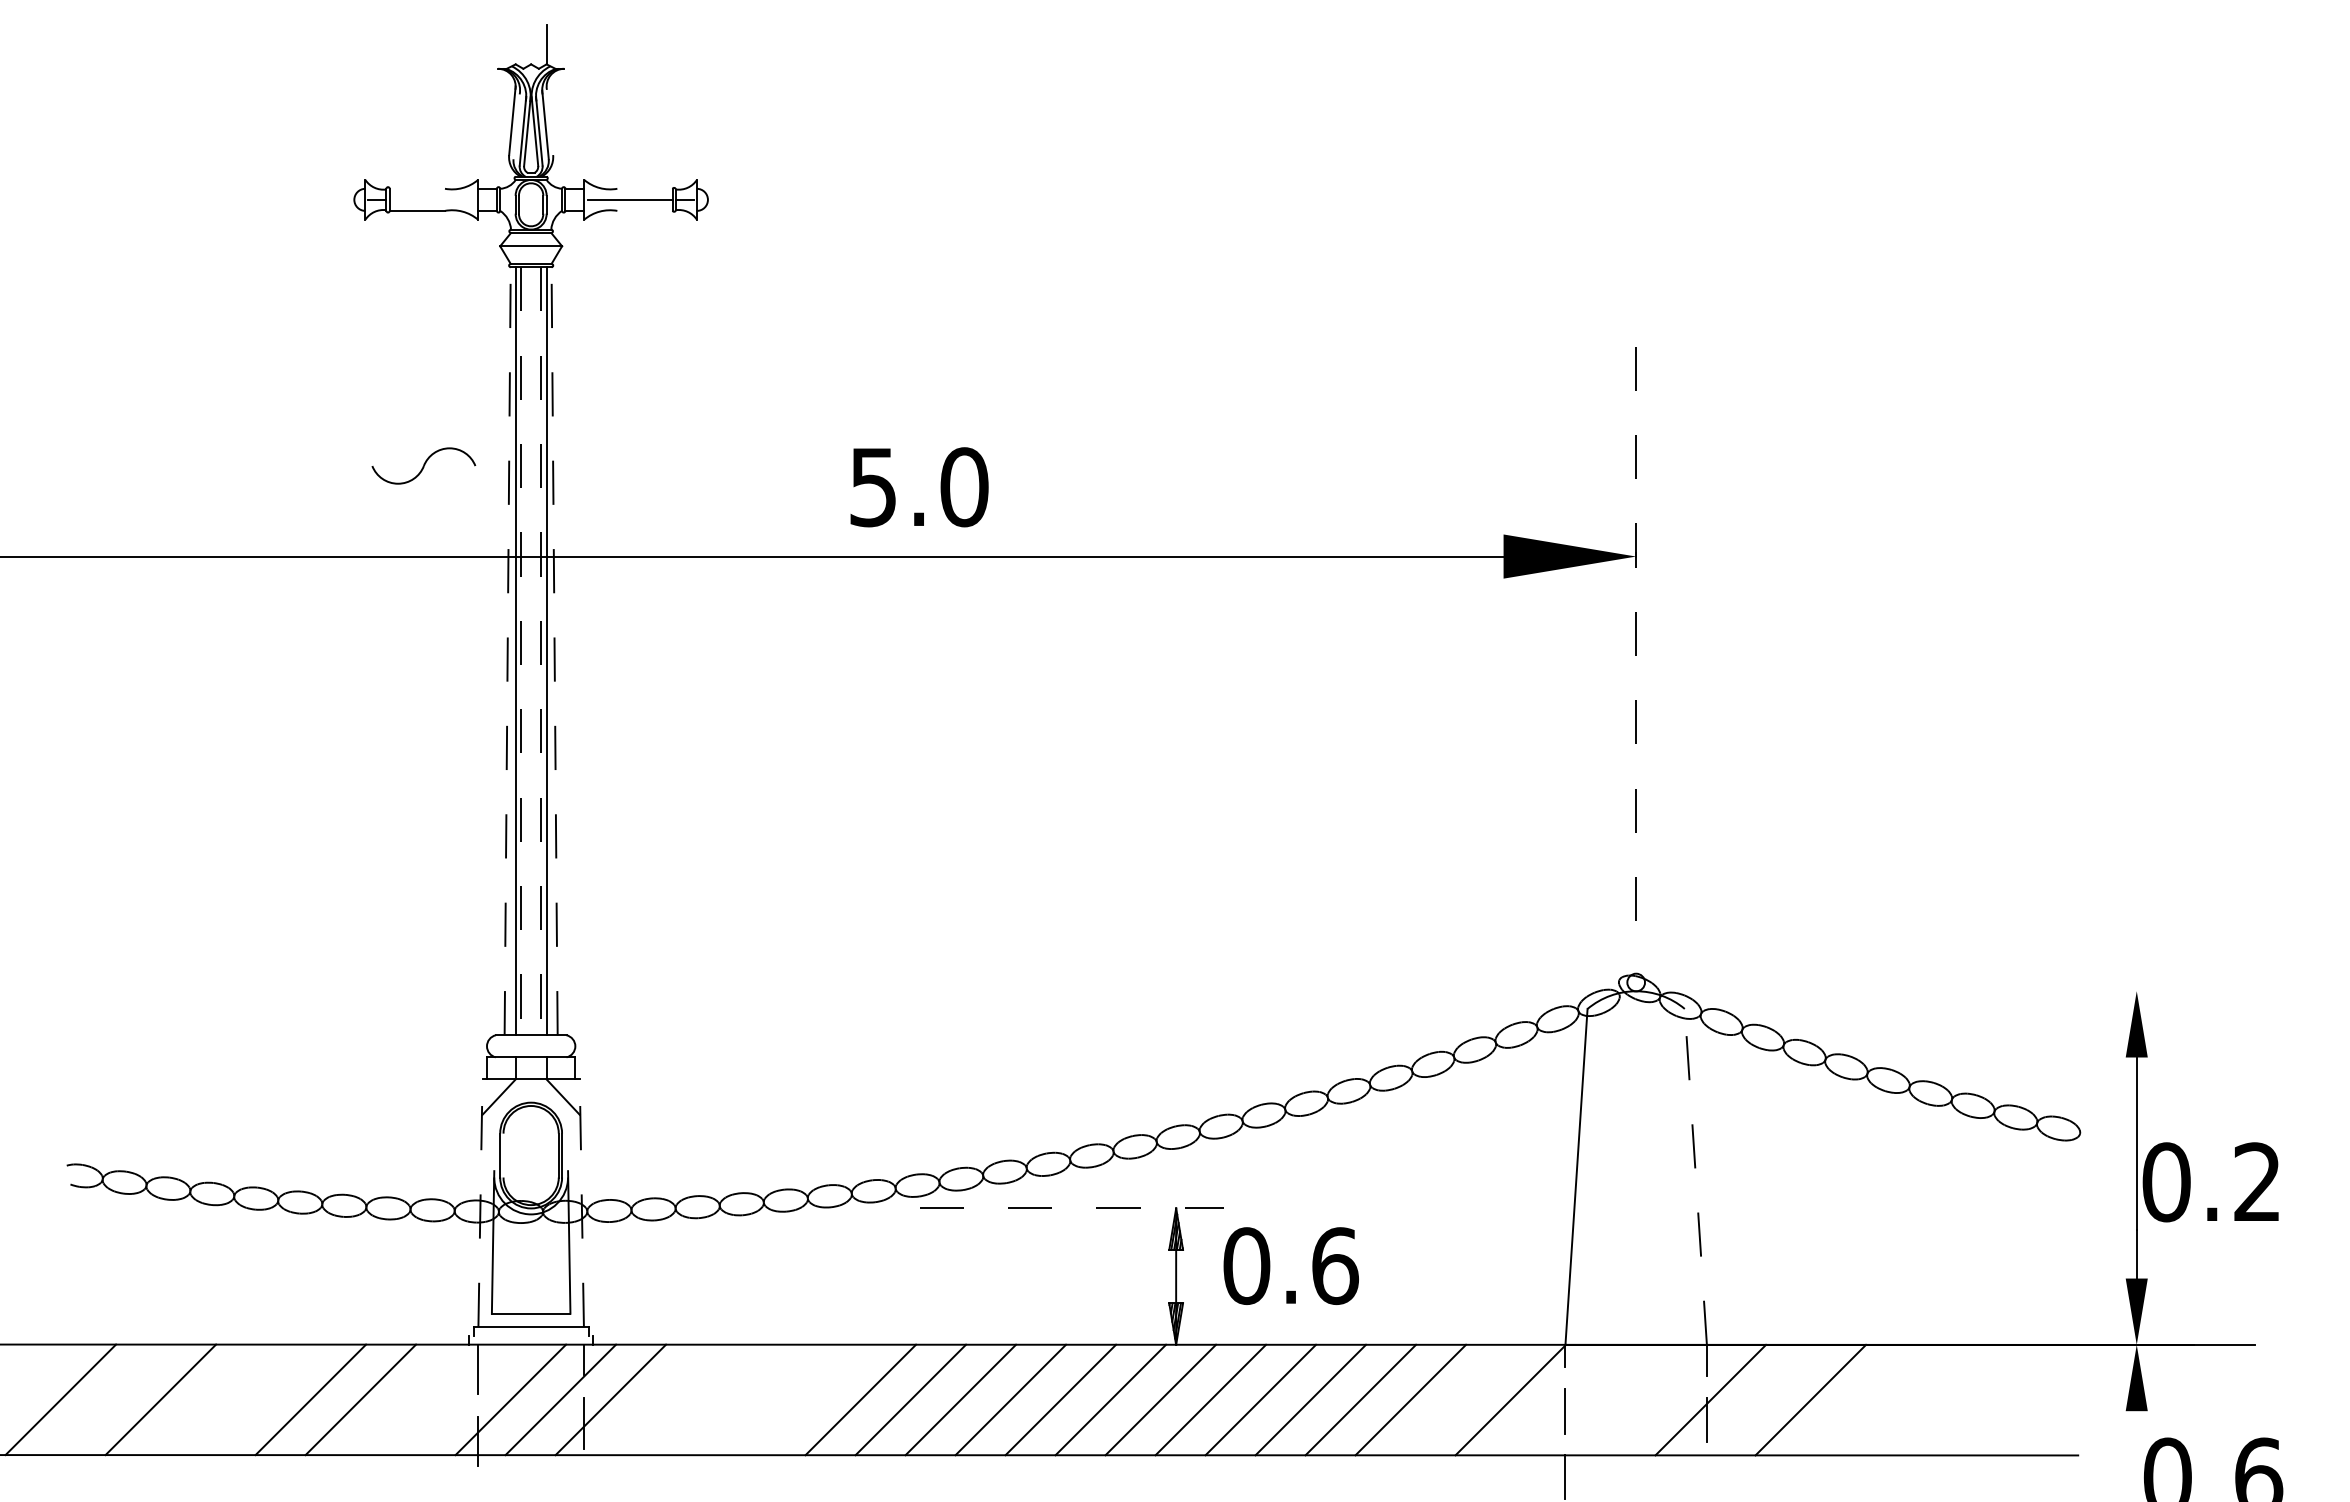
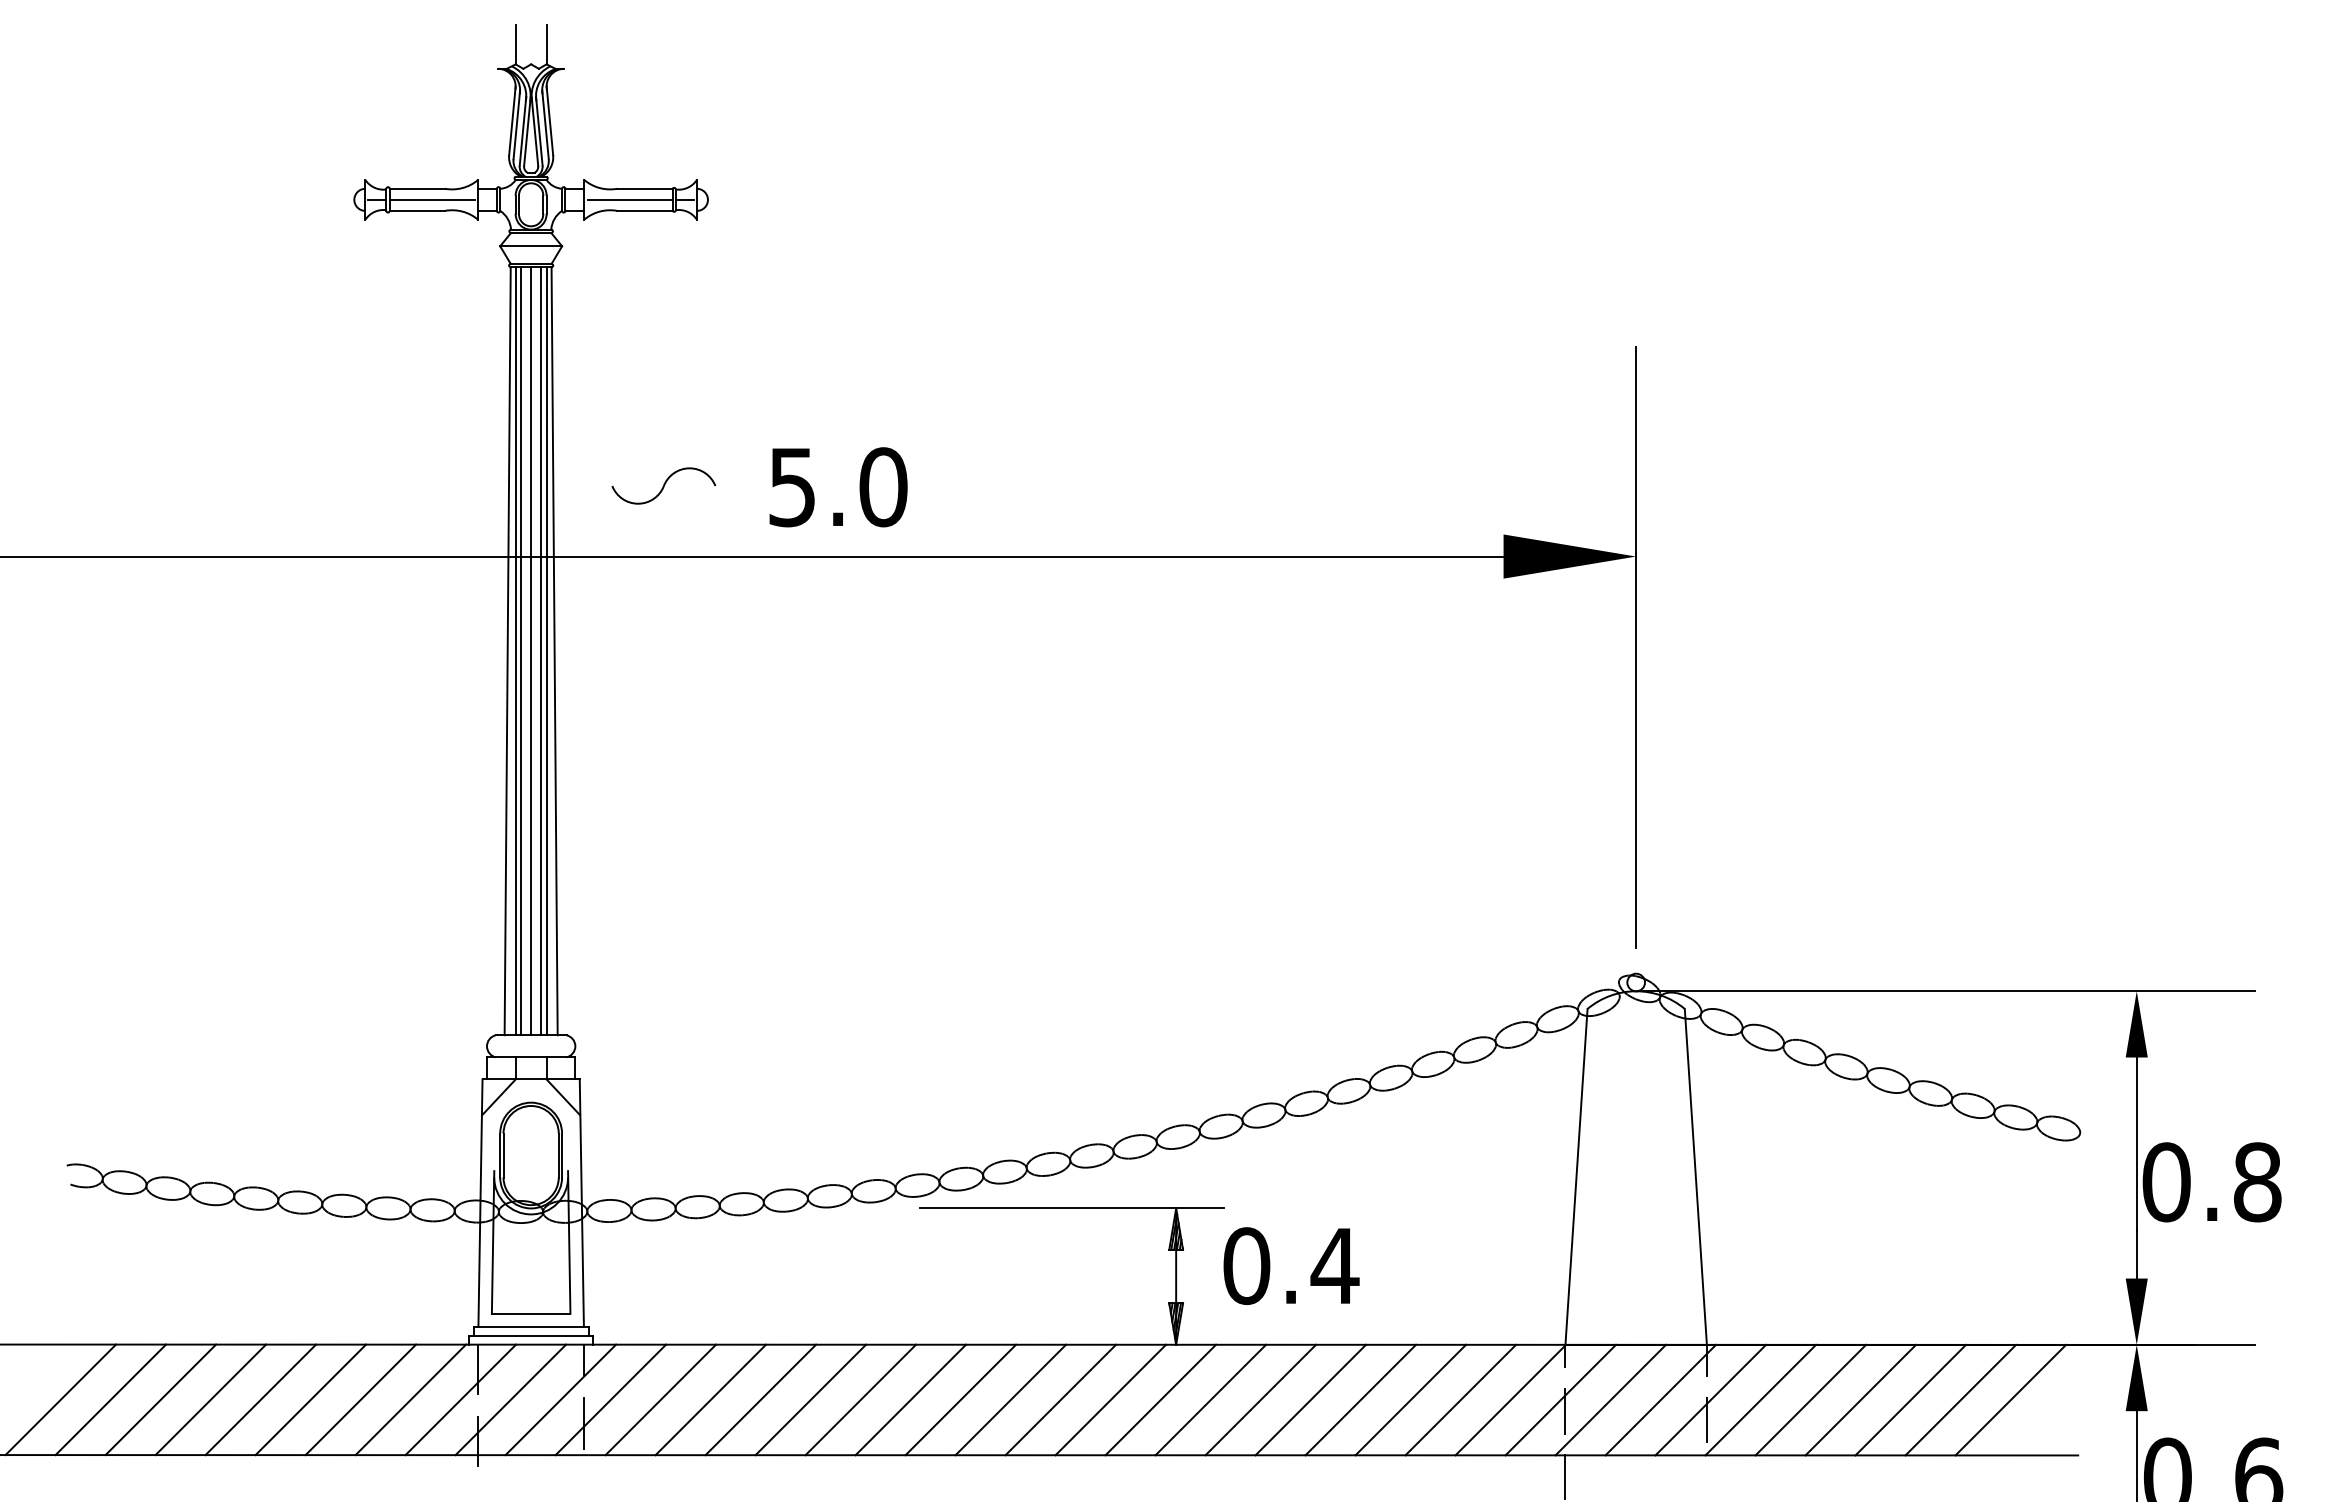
line at (515, 44): none -> present
line at (549, 120): none -> present
line at (516, 124): none -> present
line at (416, 188): none -> present
line at (644, 188): none -> present
line at (431, 199): none -> present
line at (644, 210): none -> present
part at (423, 465) position: (423, 465) -> (663, 485)
text at (919, 487) position: (919, 487) -> (838, 487)
line at (1636, 647): dashed -> solid
line at (507, 650): dashed -> solid
line at (554, 650): dashed -> solid
line at (521, 651): dashed -> solid
line at (531, 651): none -> present
line at (541, 651): dashed -> solid
line at (1945, 991): none -> present
line at (503, 1155): none -> present
line at (1695, 1176): dashed -> solid
text at (2257, 1182): 0.2 -> 0.8
line at (480, 1203): dashed -> solid
line at (581, 1203): dashed -> solid
line at (1072, 1208): dashed -> solid
text at (1334, 1266): 0.6 -> 0.4
line at (531, 1335): none -> present
line at (110, 1399): none -> present
line at (210, 1399): none -> present
line at (260, 1399): none -> present
line at (410, 1399): none -> present
line at (460, 1399): none -> present
line at (660, 1399): none -> present
line at (710, 1399): none -> present
line at (760, 1399): none -> present
line at (810, 1399): none -> present
line at (1460, 1399): none -> present
line at (1560, 1399): none -> present
line at (1610, 1399): none -> present
line at (1660, 1399): none -> present
line at (1760, 1399): none -> present
line at (1860, 1399): none -> present
line at (1910, 1399): none -> present
line at (1960, 1399): none -> present
line at (2010, 1399): none -> present
line at (2136, 1454): none -> present
